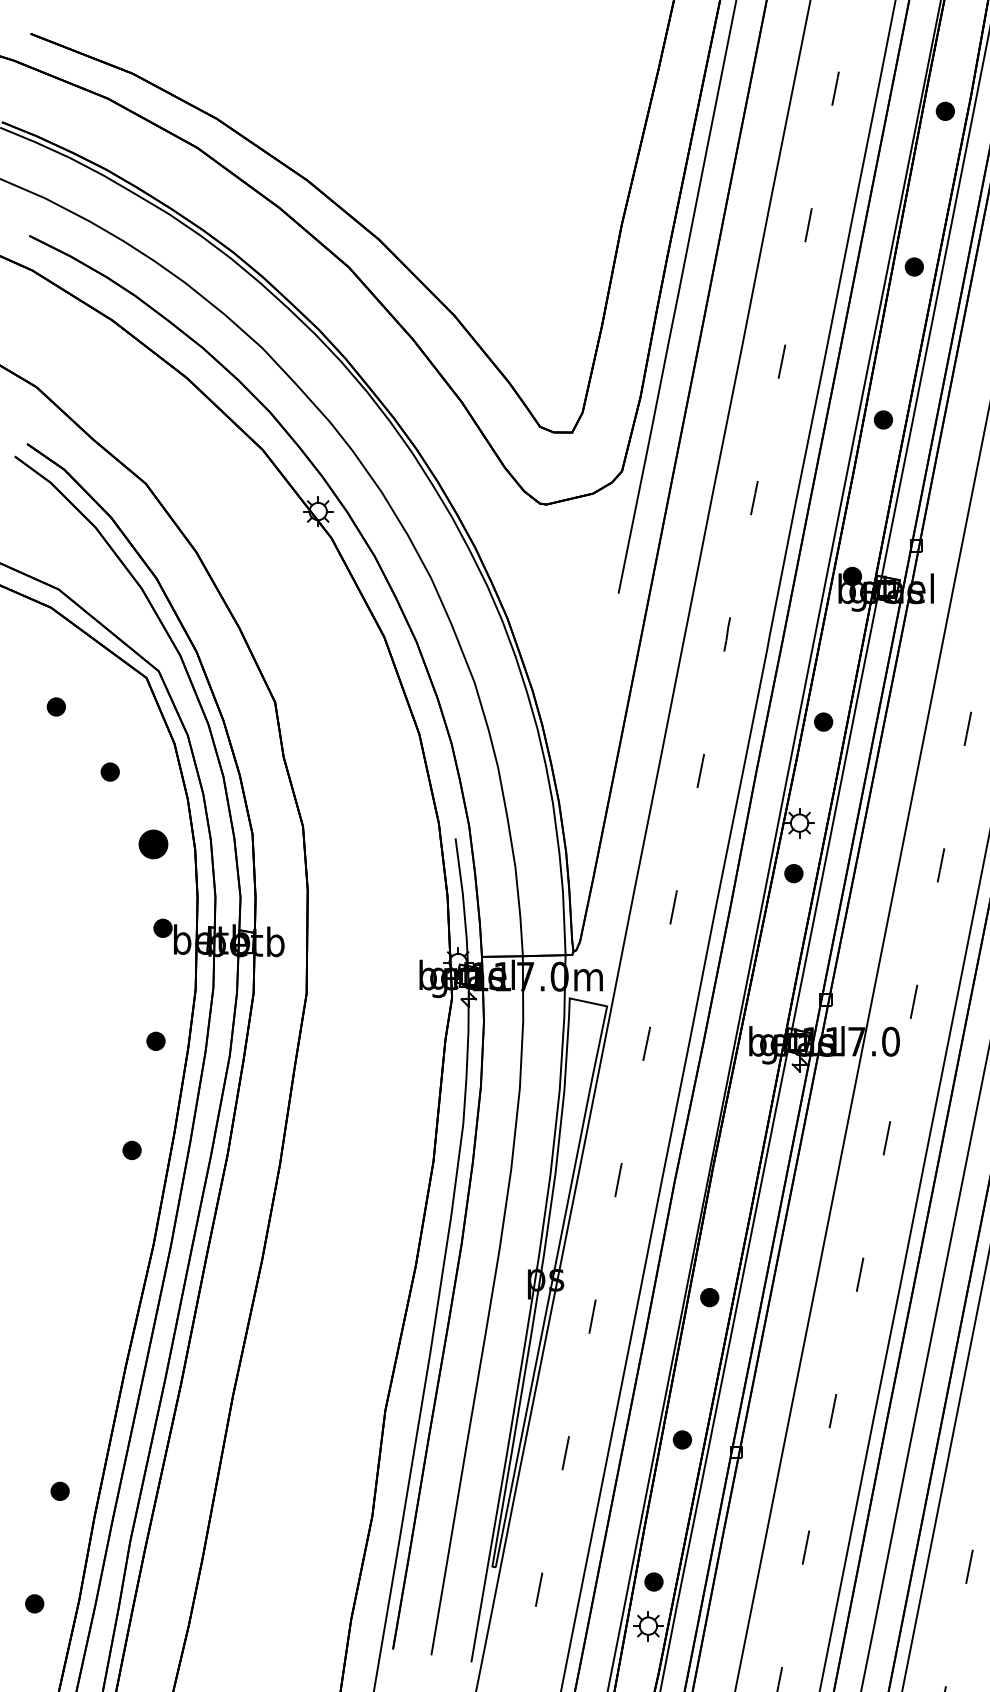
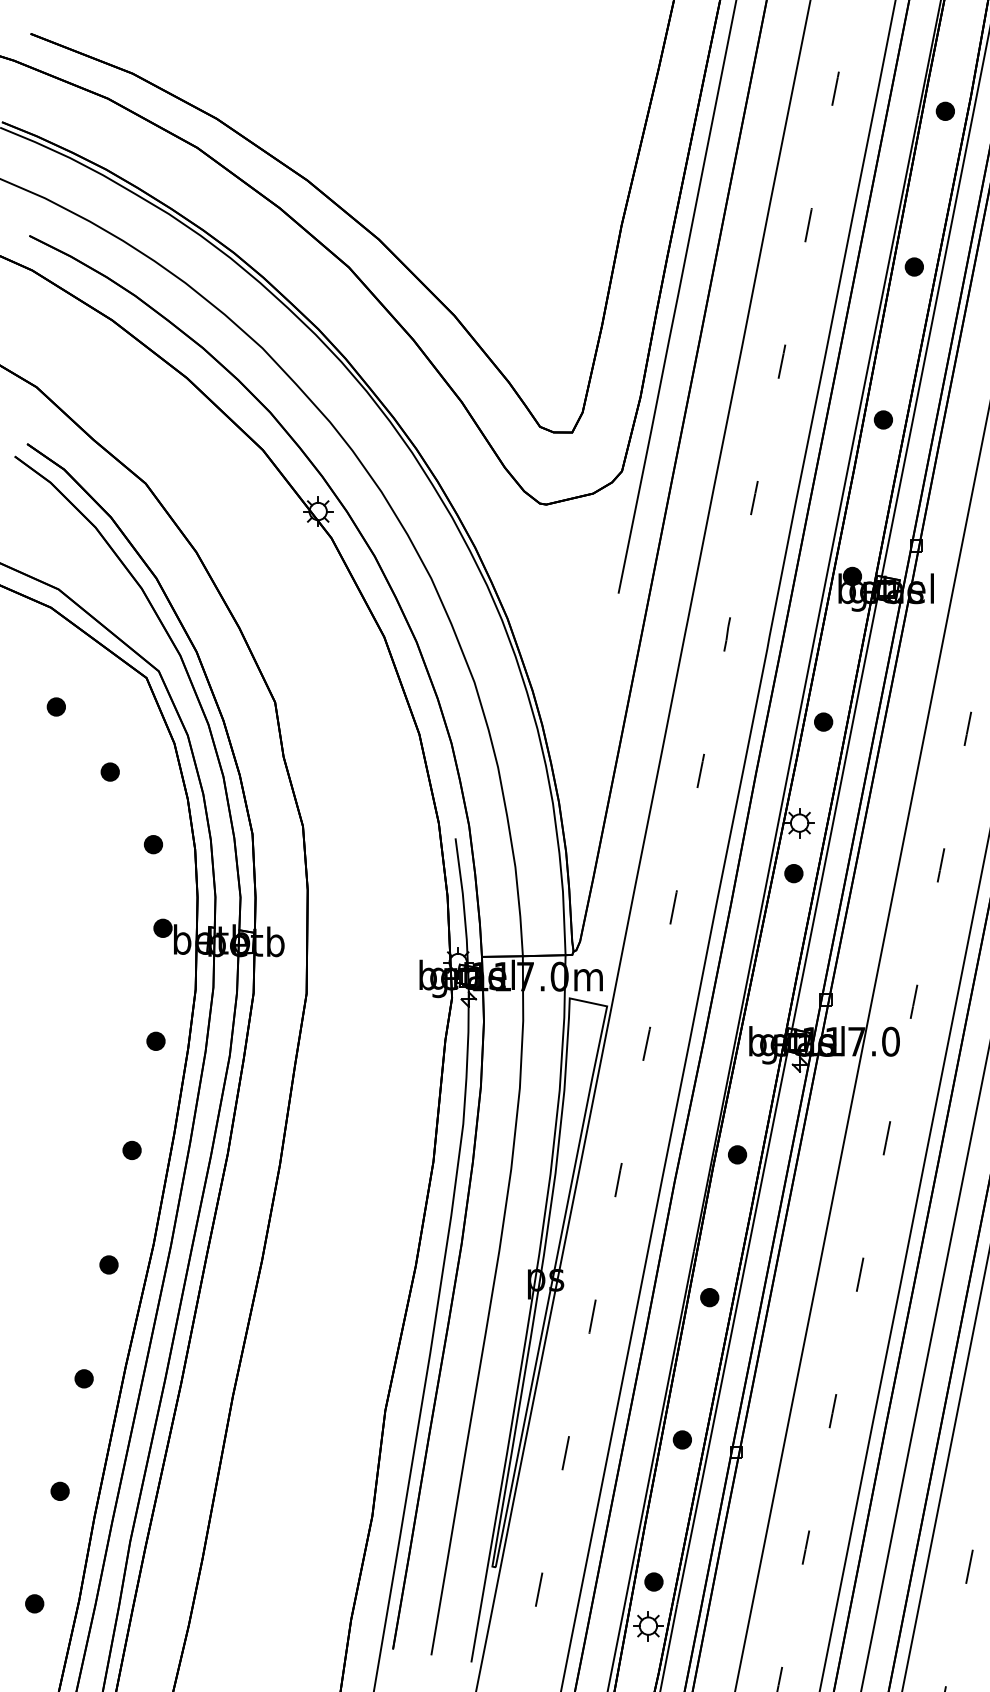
part at (153, 844) size: 31x31 px -> 21x20 px
part at (737, 1154): none -> present
part at (108, 1264): none -> present
part at (83, 1378): none -> present
